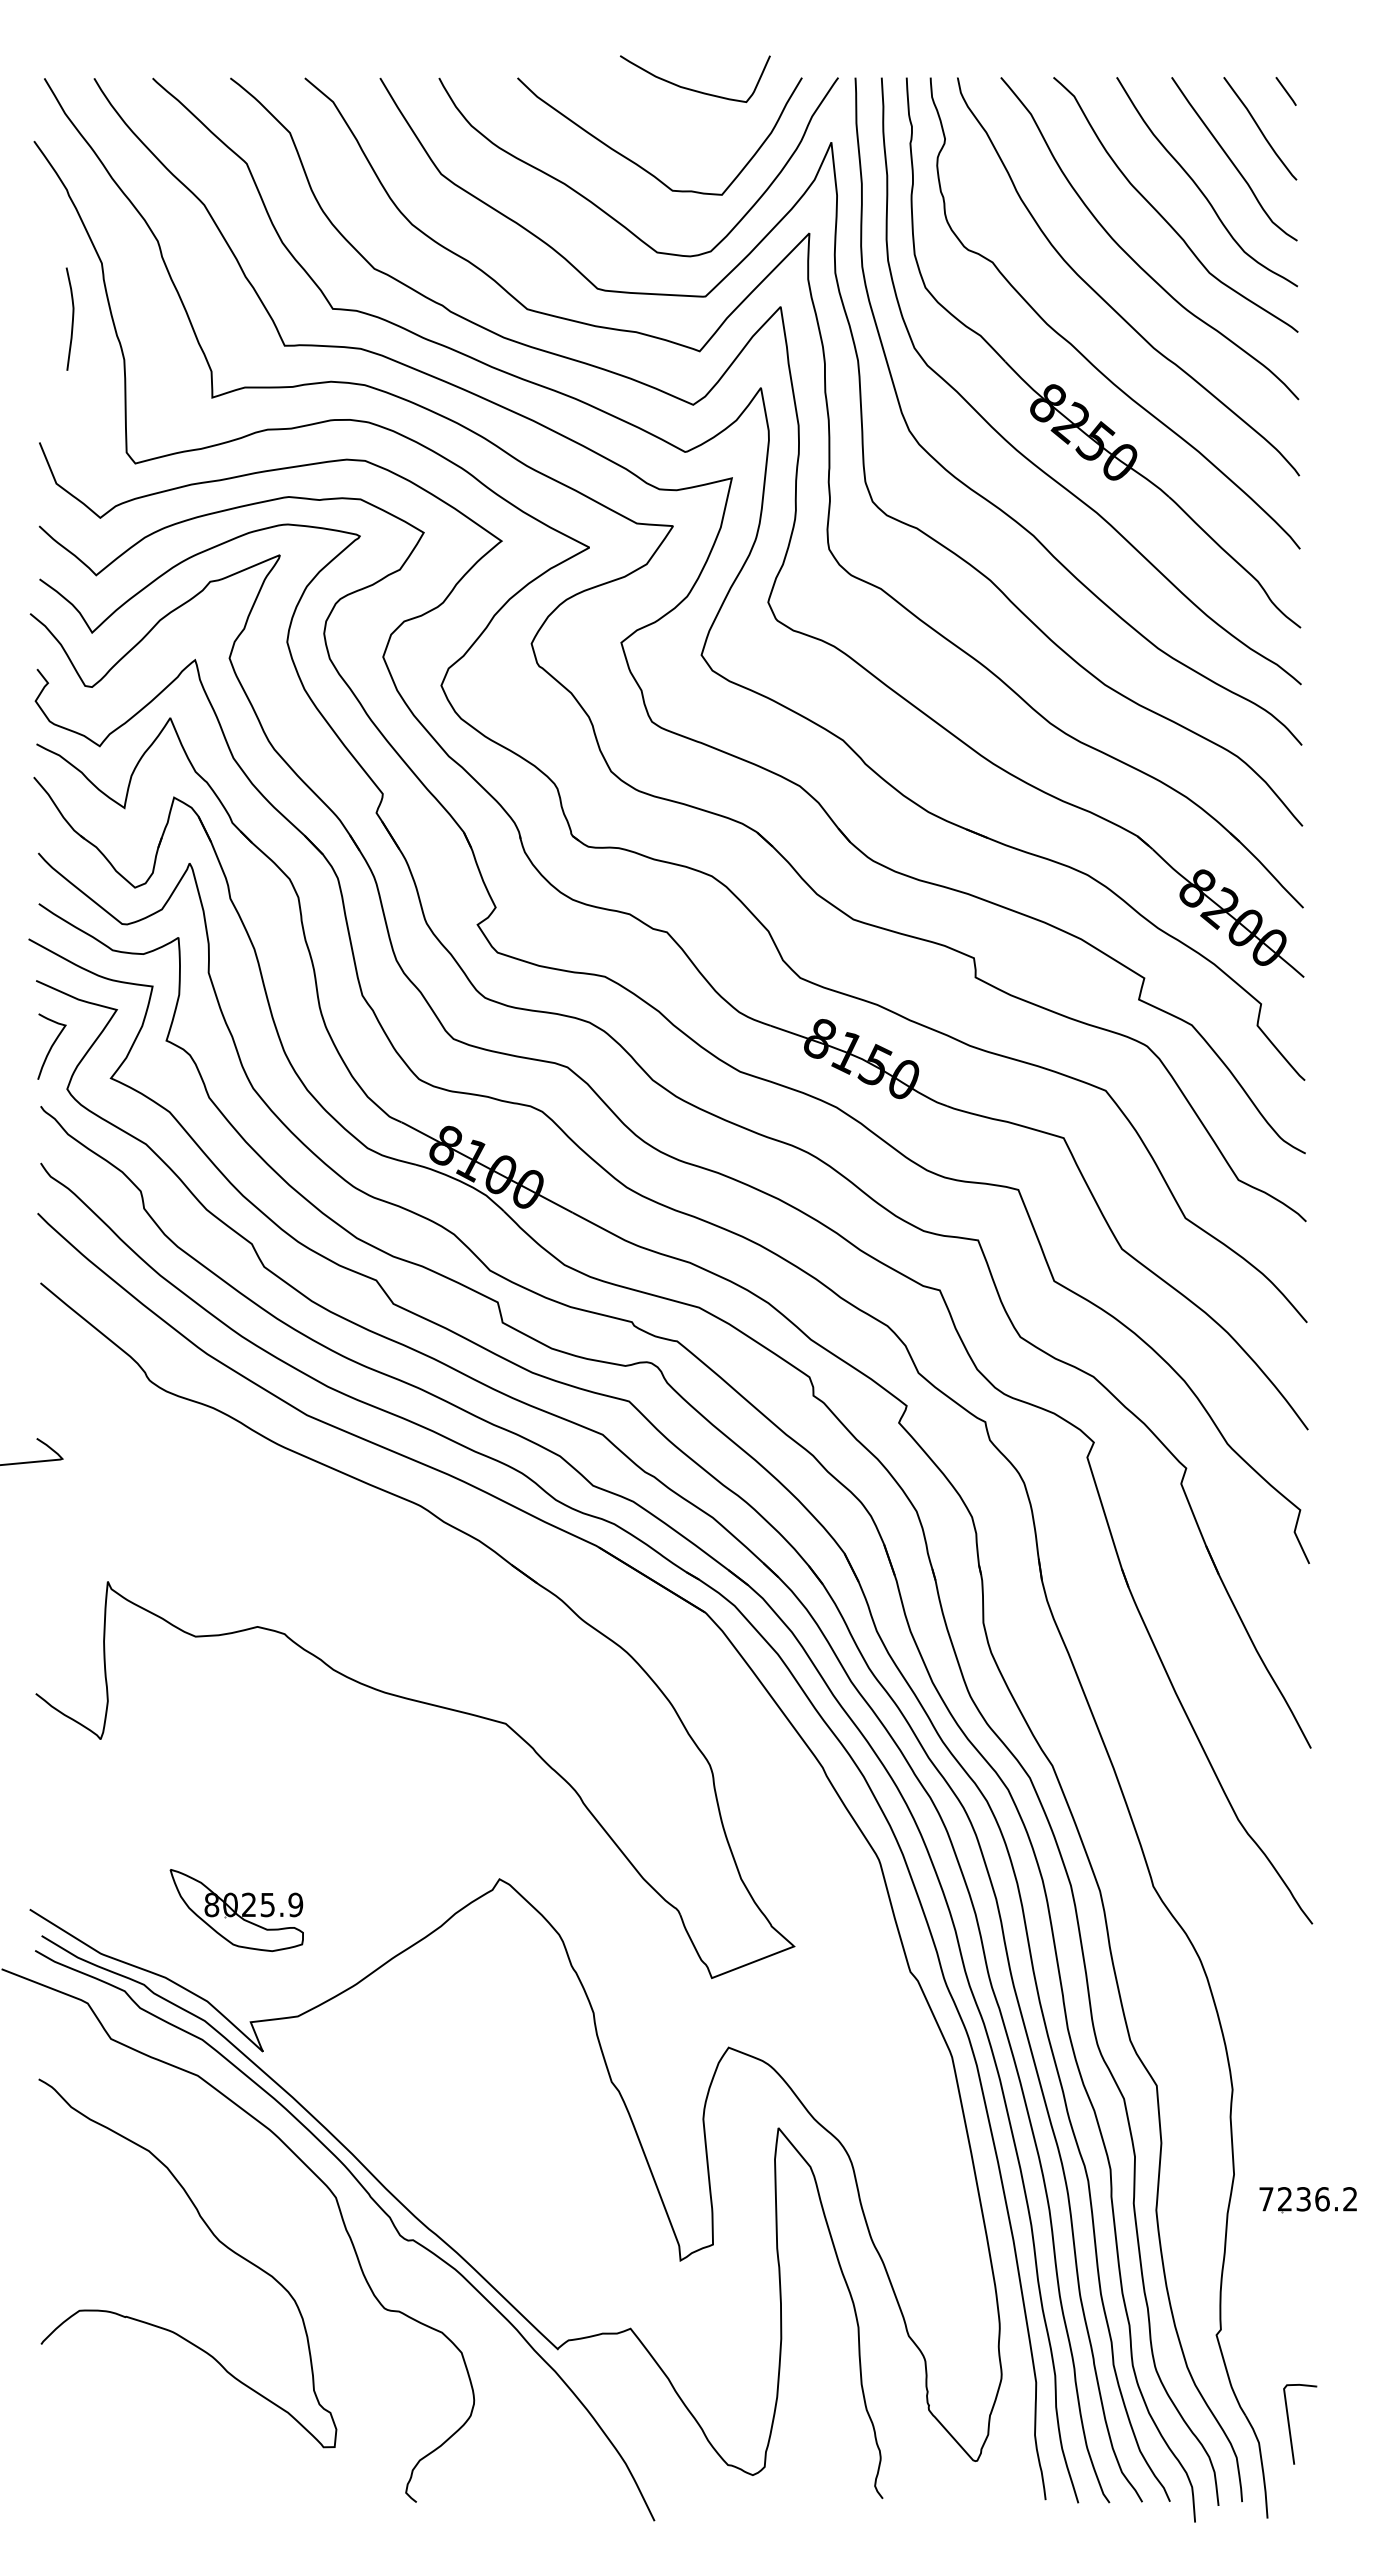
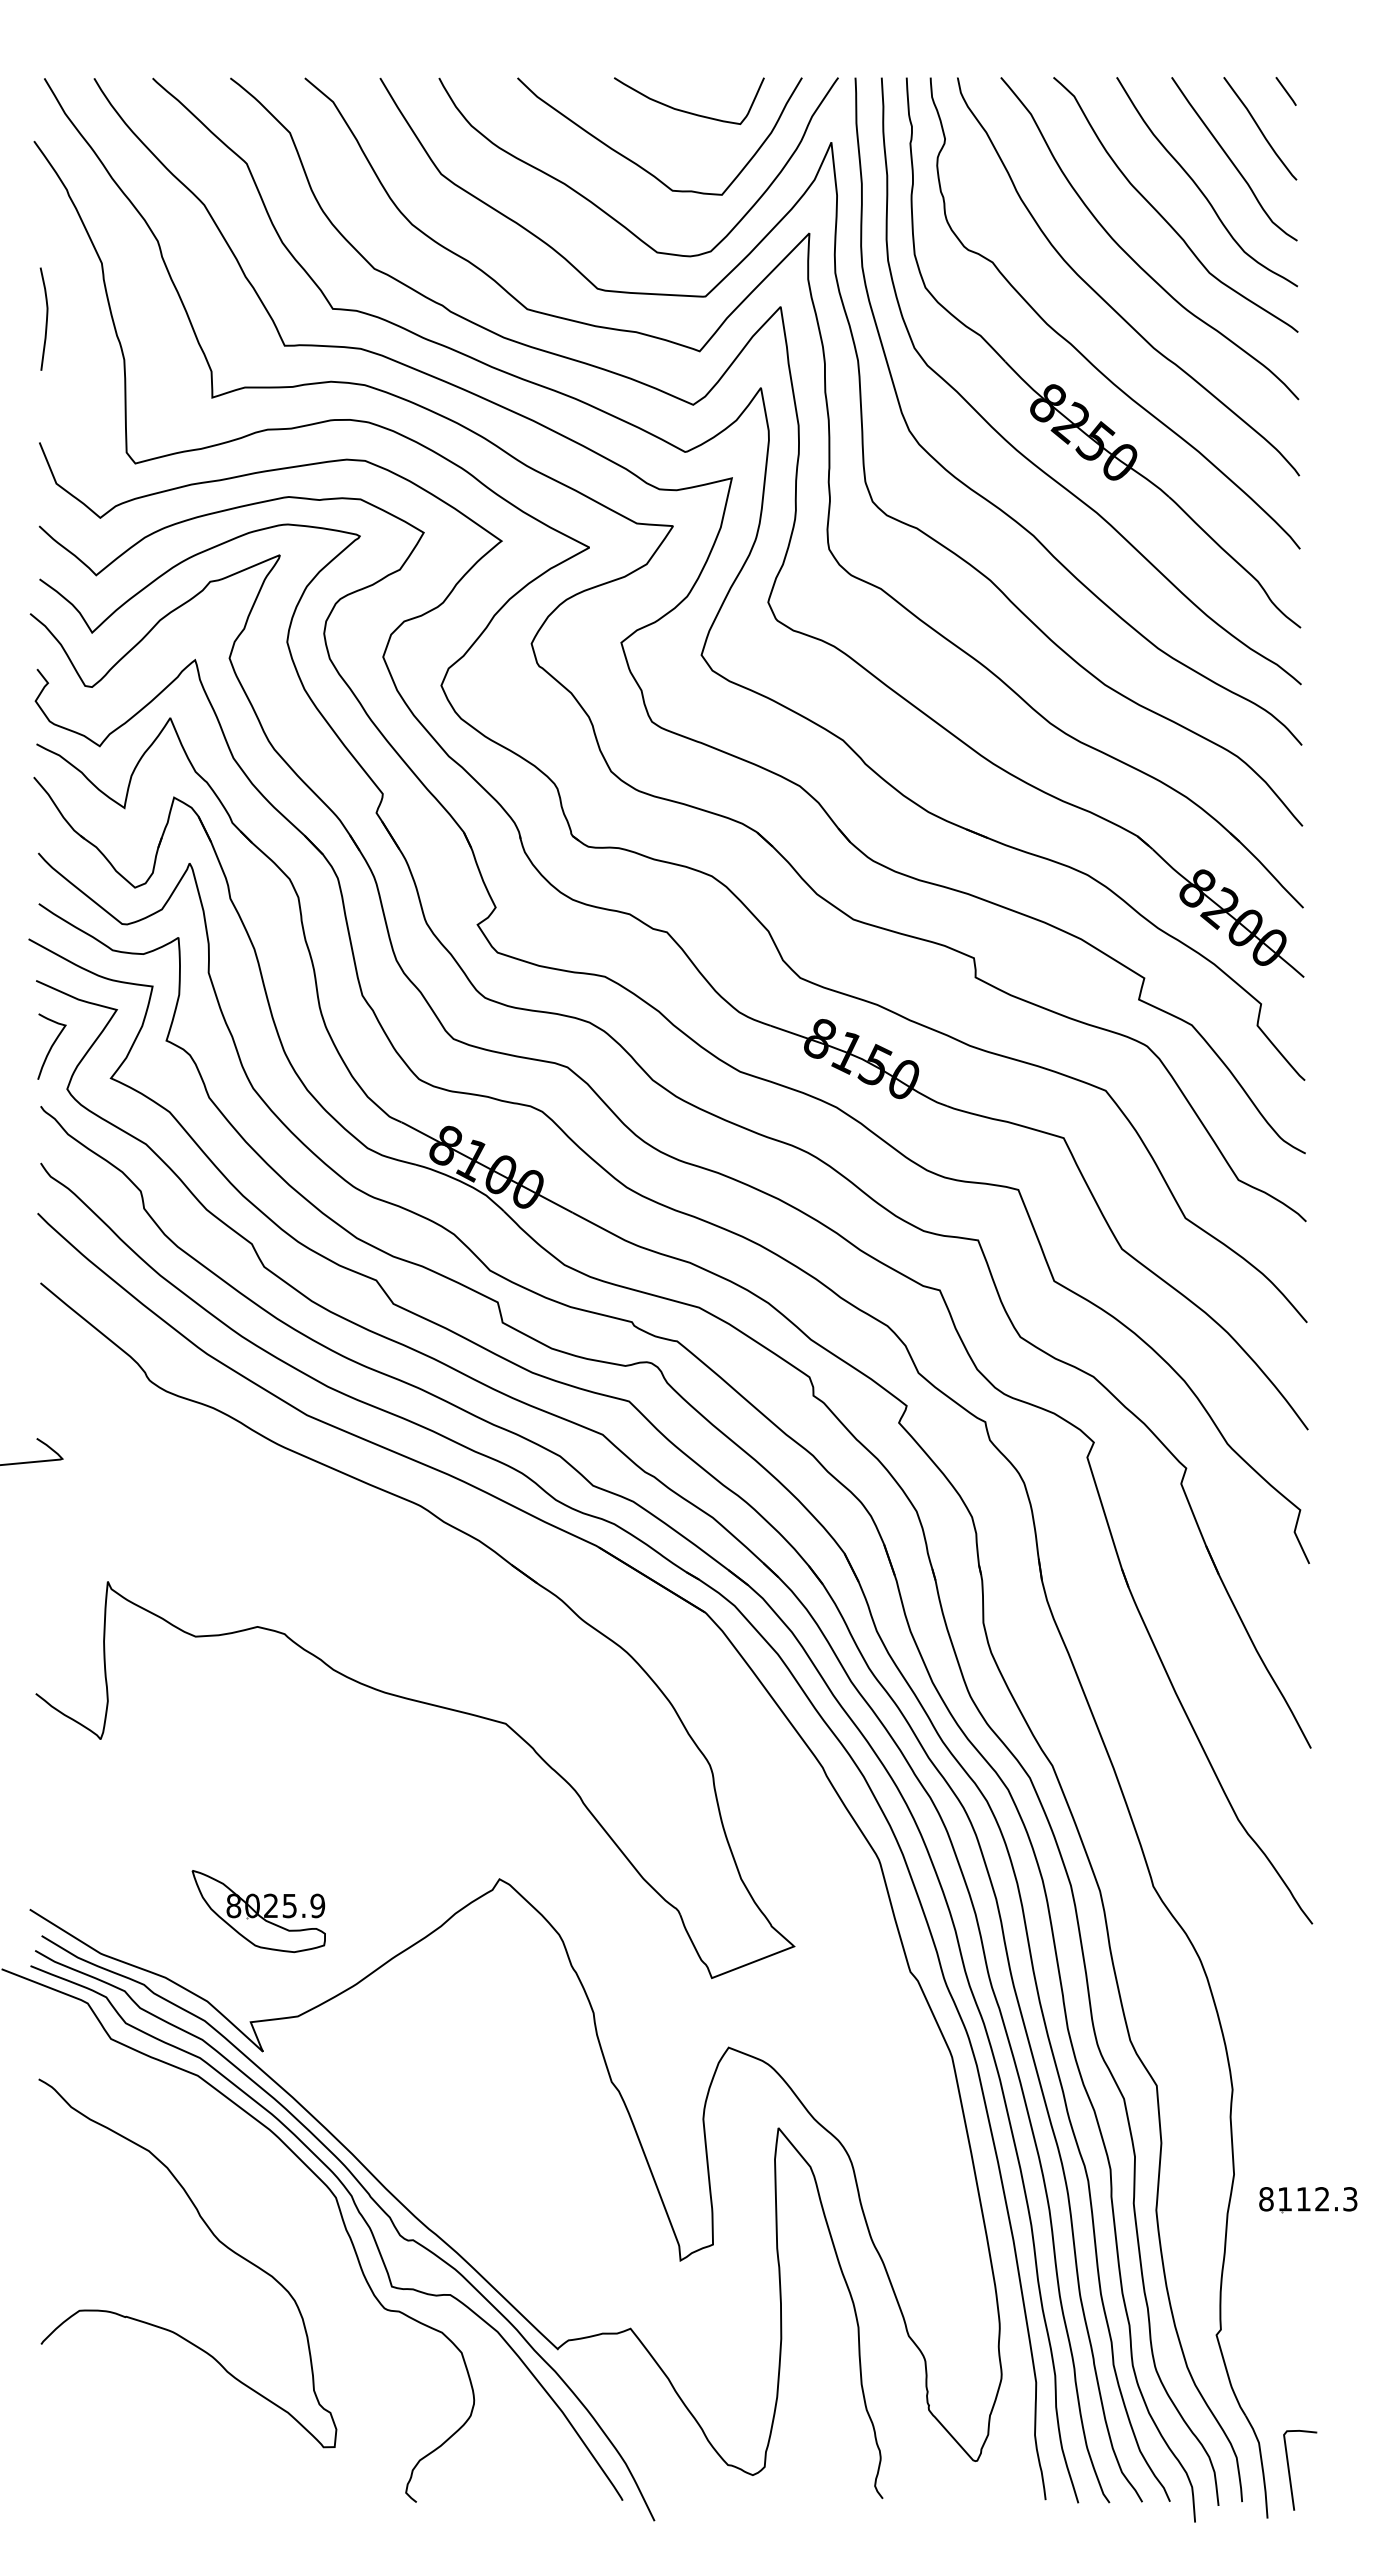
curve at (694, 89) position: (694, 89) -> (688, 111)
curve at (72, 318) position: (72, 318) -> (46, 318)
part at (236, 1910) position: (236, 1910) -> (258, 1911)
text at (1308, 2199): 7236.2 -> 8112.3
curve at (358, 2213): none -> present
part at (1290, 2427) position: (1290, 2427) -> (1290, 2473)
